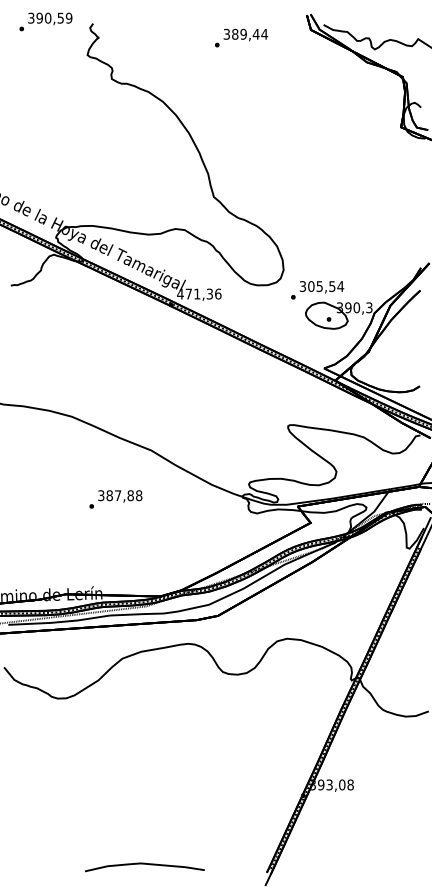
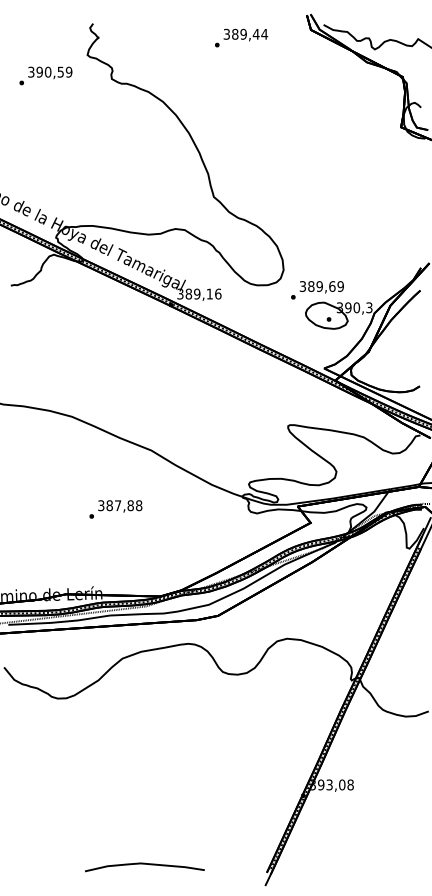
text at (45, 21) position: (45, 21) -> (45, 75)
text at (326, 286): 305,54 -> 389,69
text at (194, 293): 471,36 -> 389,16
text at (115, 499) position: (115, 499) -> (115, 509)
